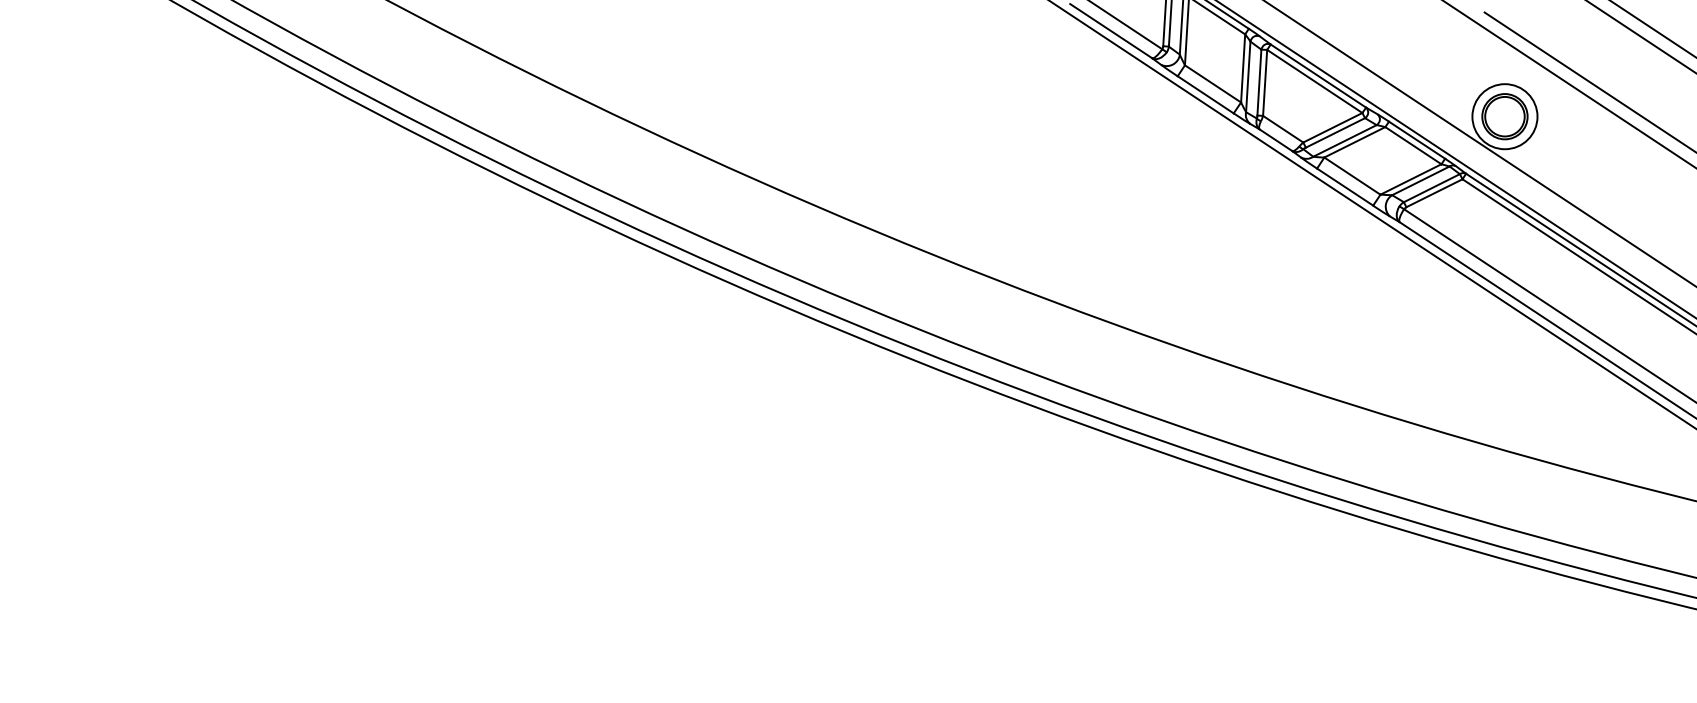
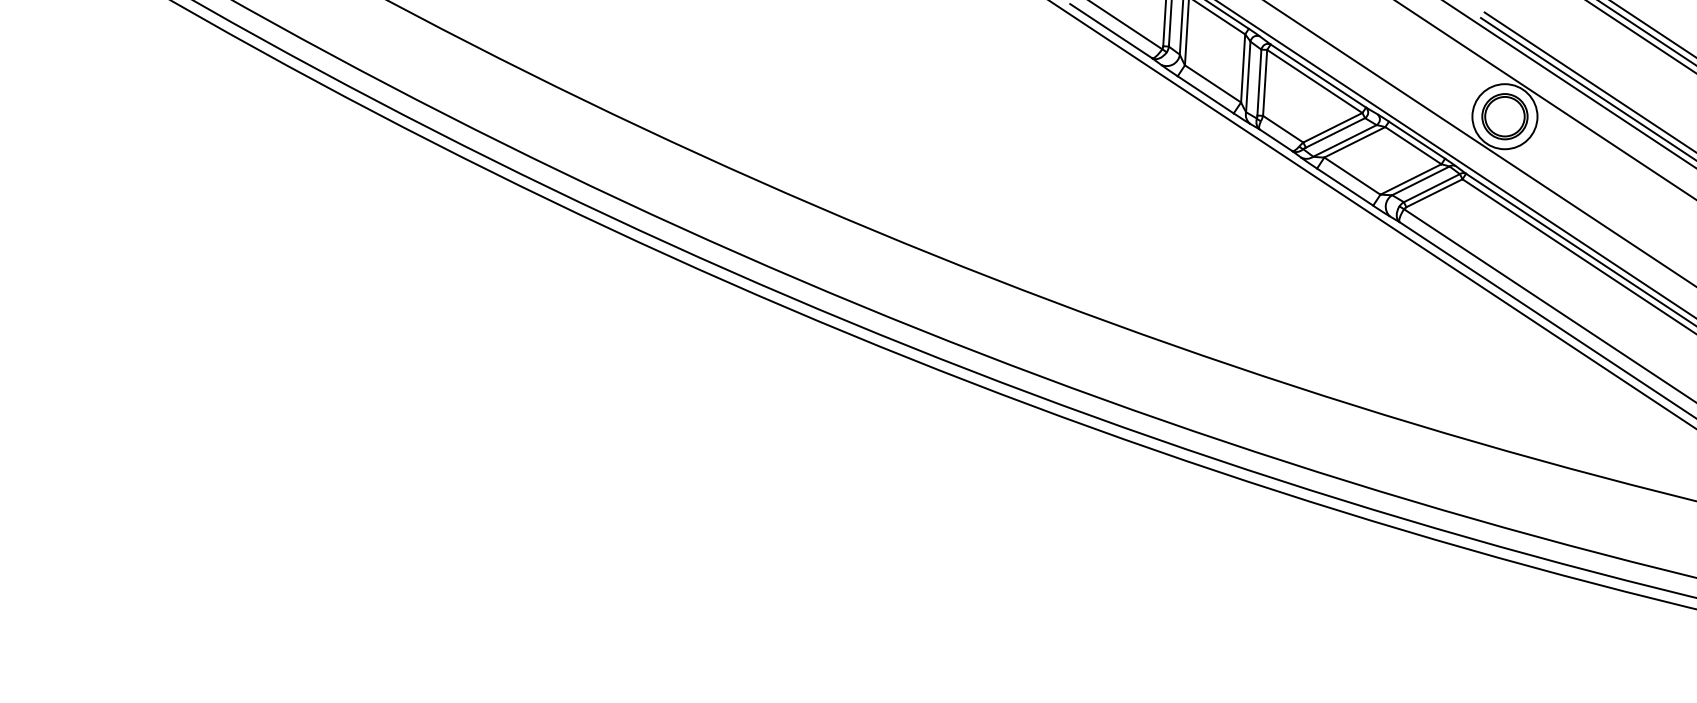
line at (1646, 32): none -> present
line at (1586, 88): none -> present
line at (1545, 99): none -> present
